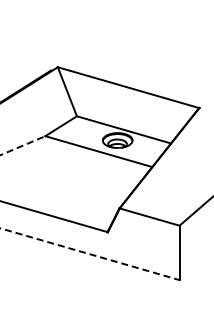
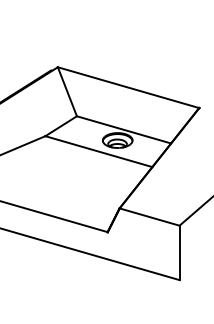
line at (23, 145): dashed -> solid
line at (90, 254): dashed -> solid
